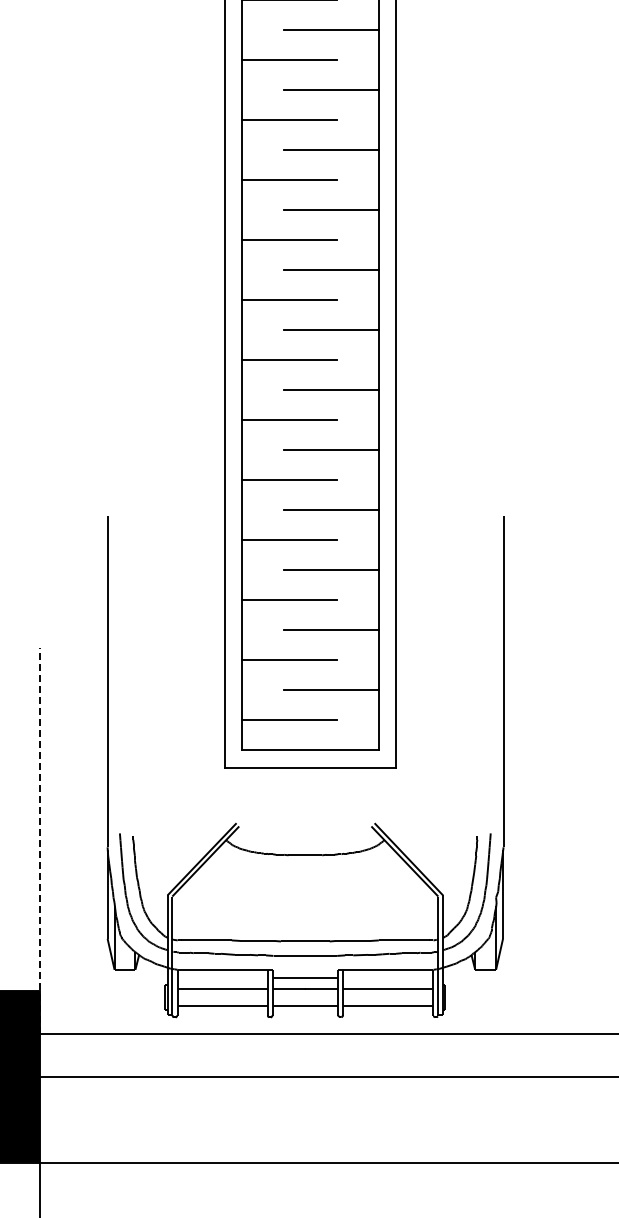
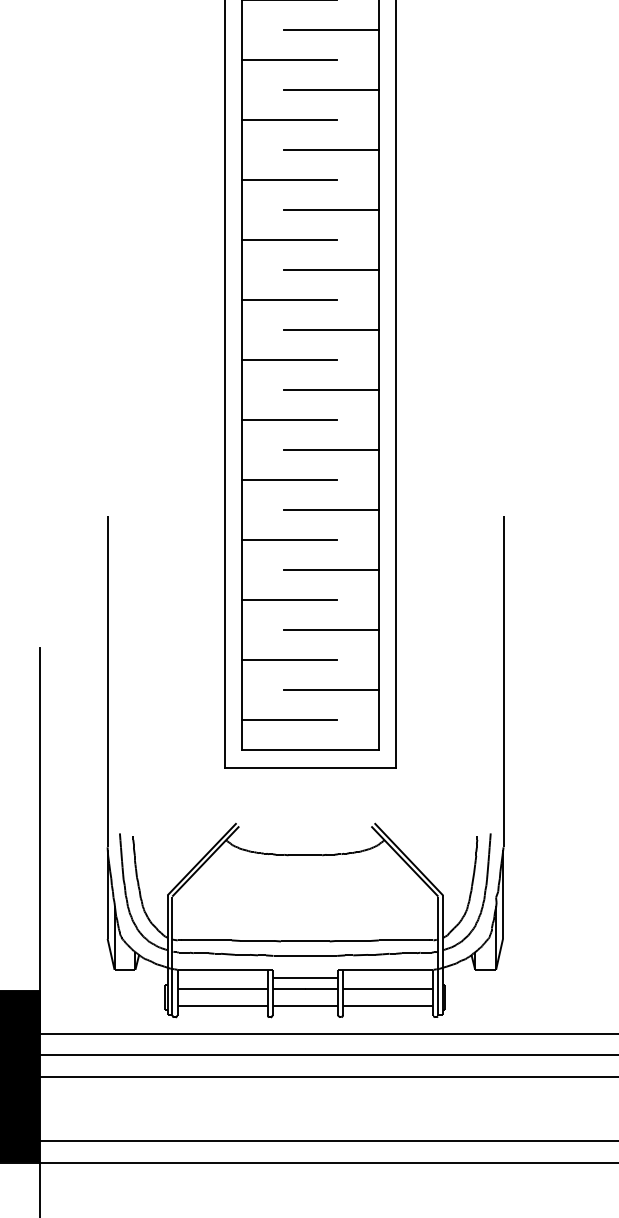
line at (39, 840): dashed -> solid
line at (327, 1055): none -> present
line at (316, 1141): none -> present
